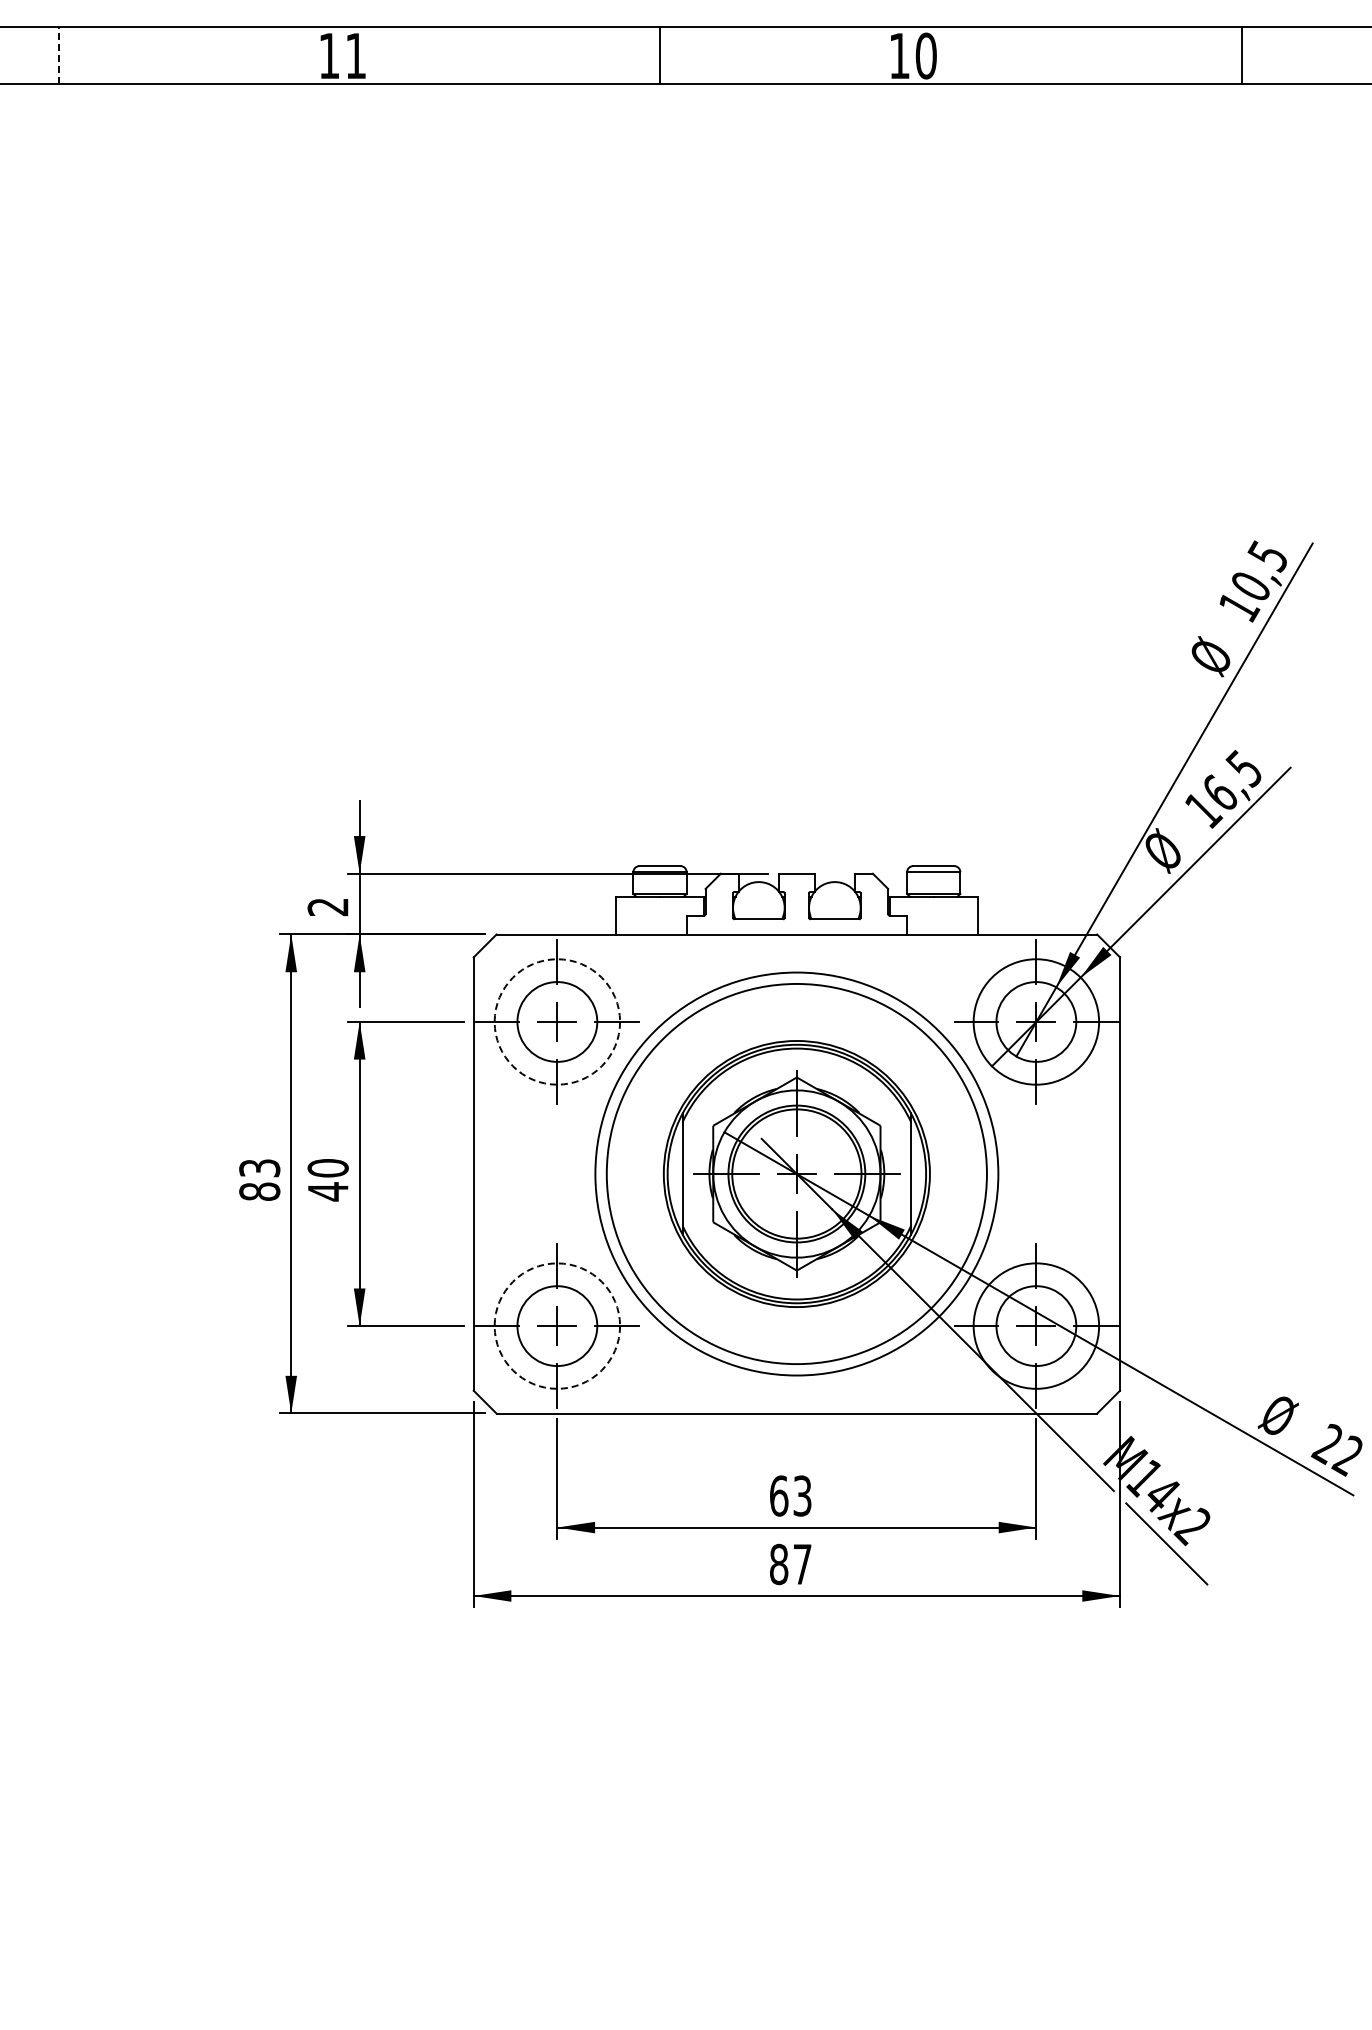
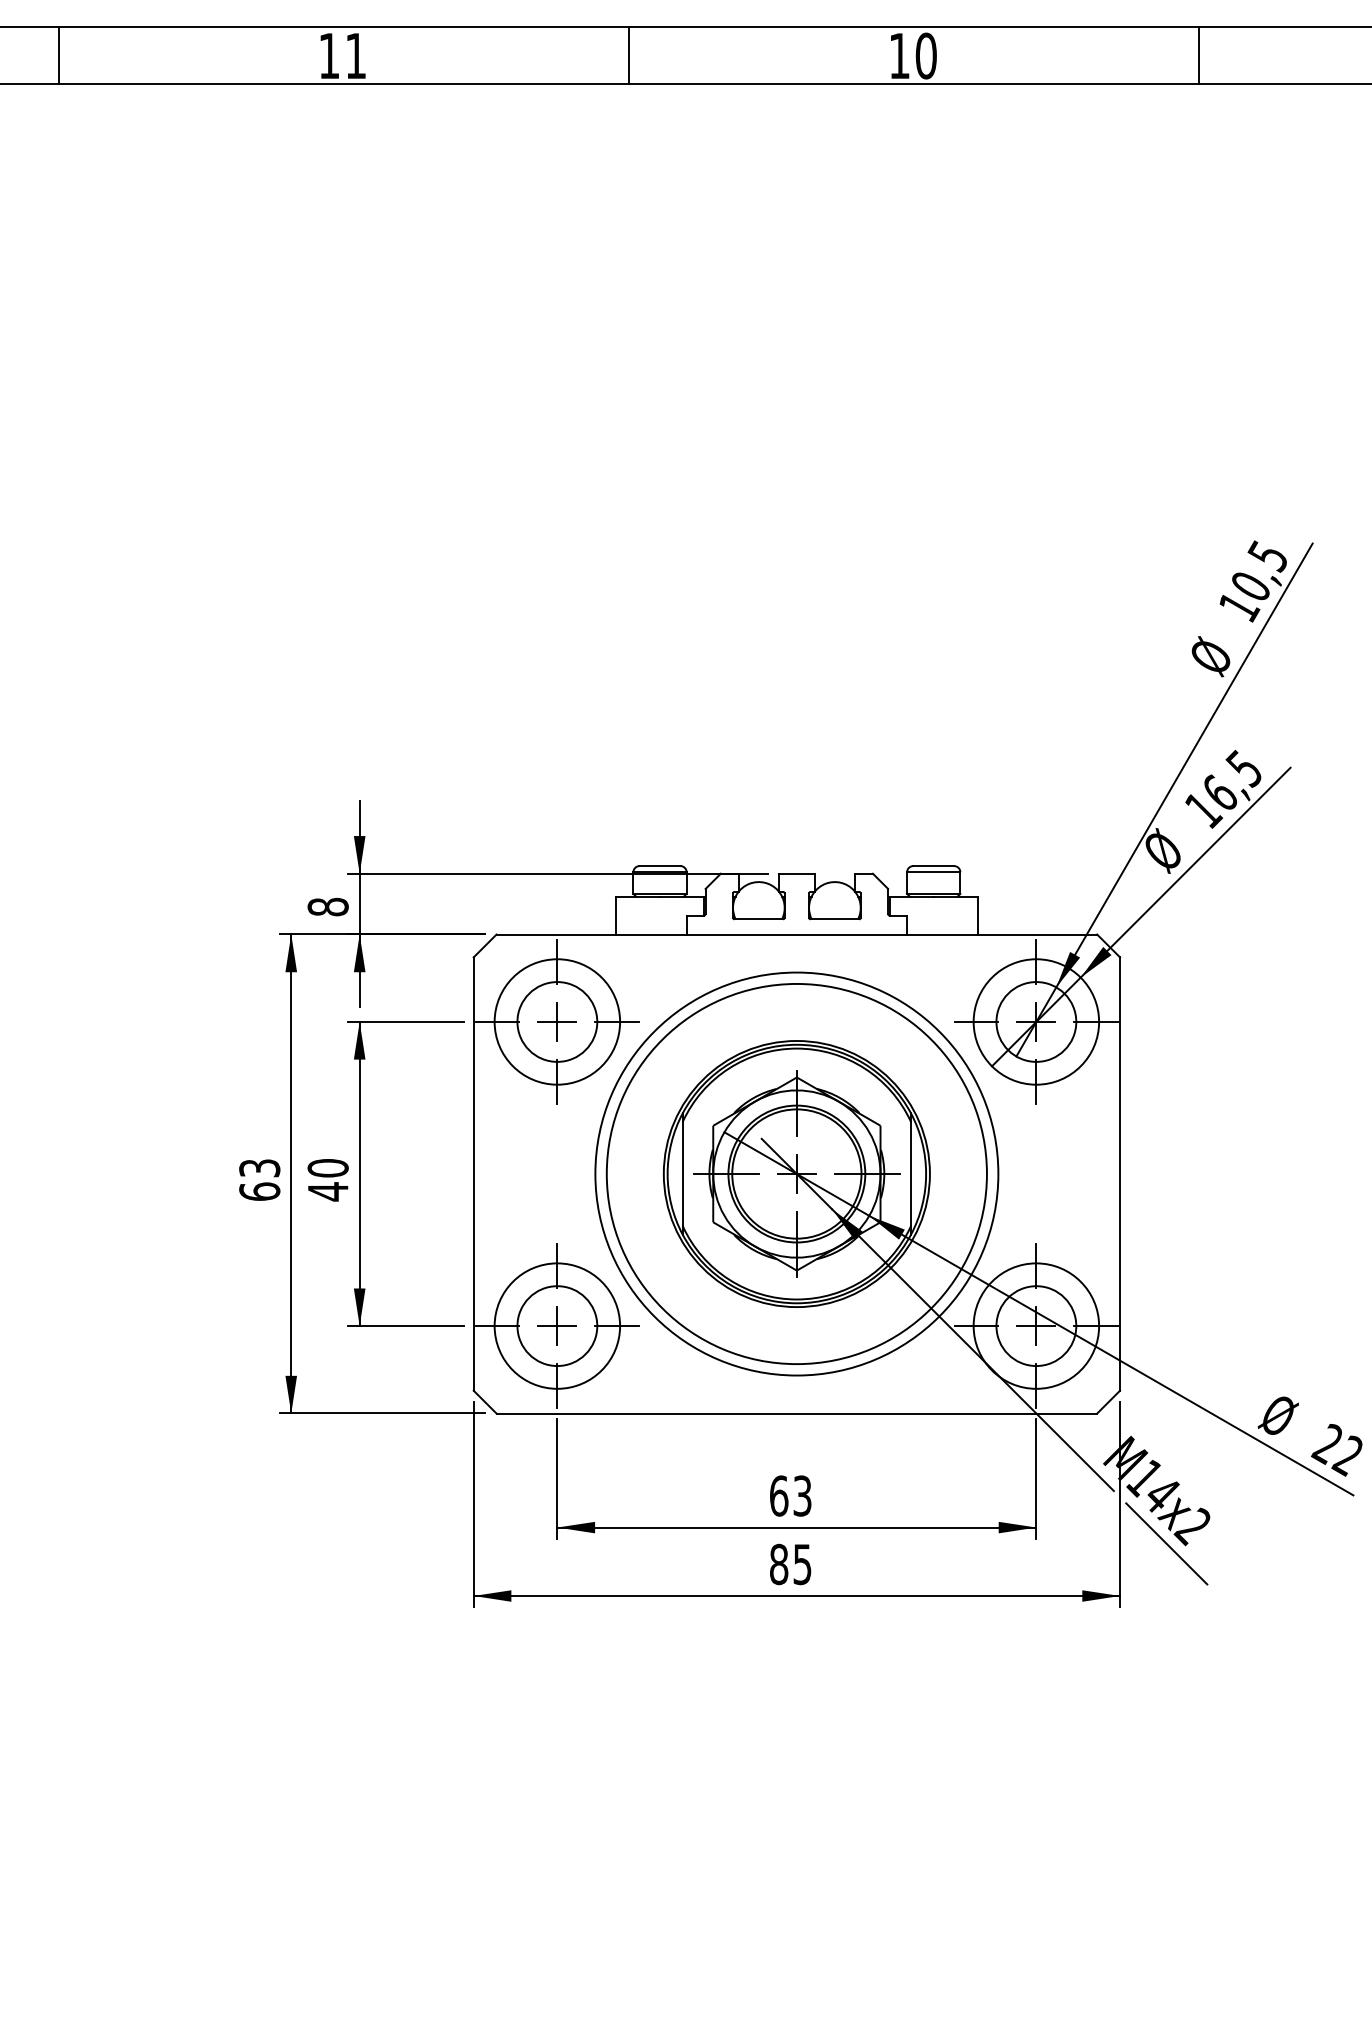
line at (58, 55): dashed -> solid
line at (659, 55) position: (659, 55) -> (628, 55)
line at (1242, 55) position: (1242, 55) -> (1199, 55)
text at (327, 906): 2 -> 8
circle at (557, 1021): dashed -> solid
text at (259, 1191): 83 -> 63
circle at (557, 1325): dashed -> solid
text at (802, 1564): 87 -> 85
